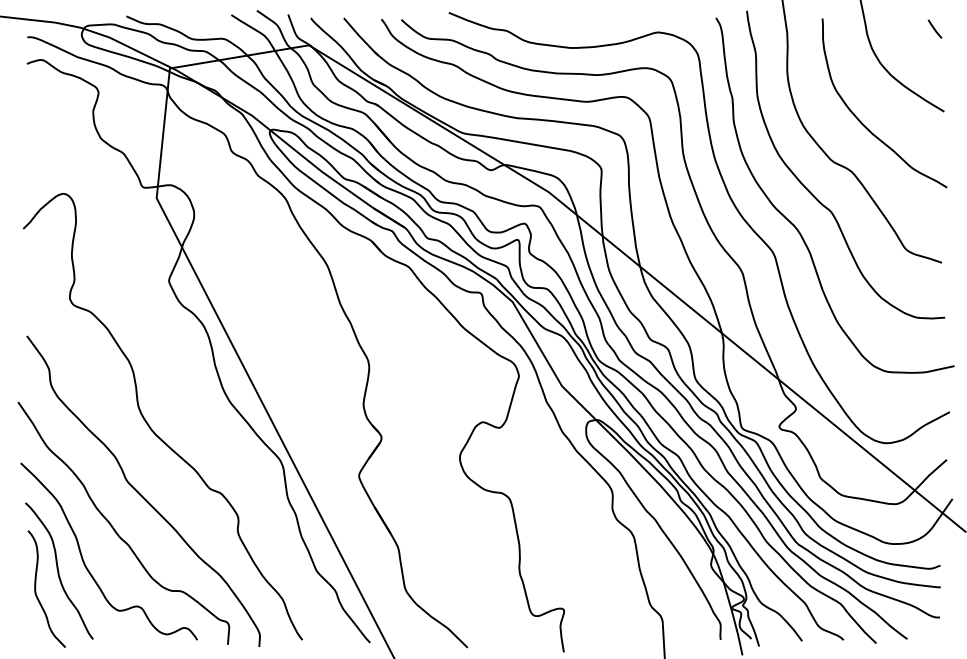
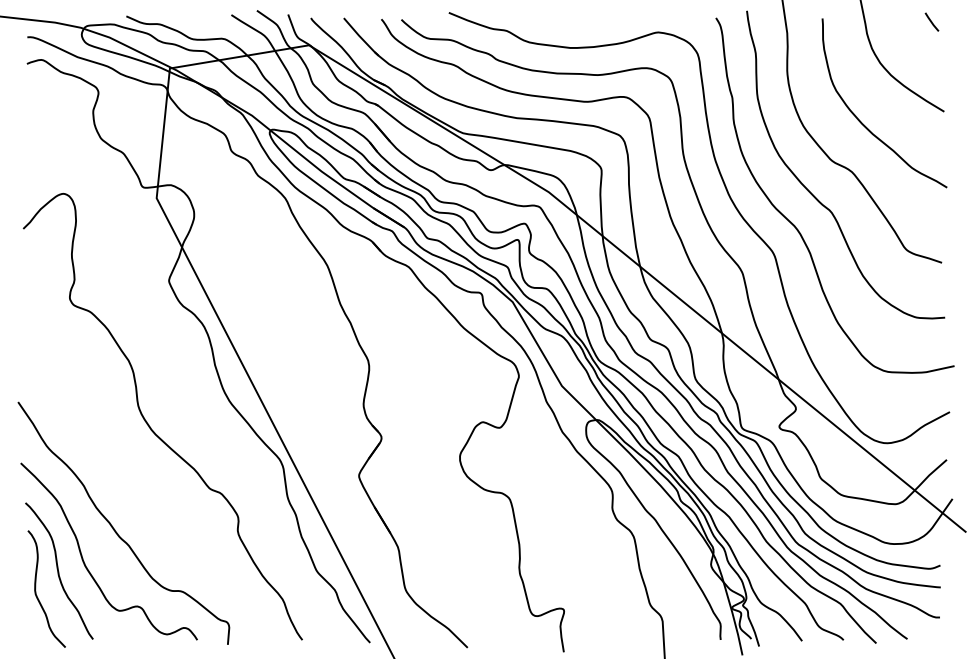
line at (934, 28) position: (934, 28) -> (931, 21)
curve at (140, 493): present -> none
